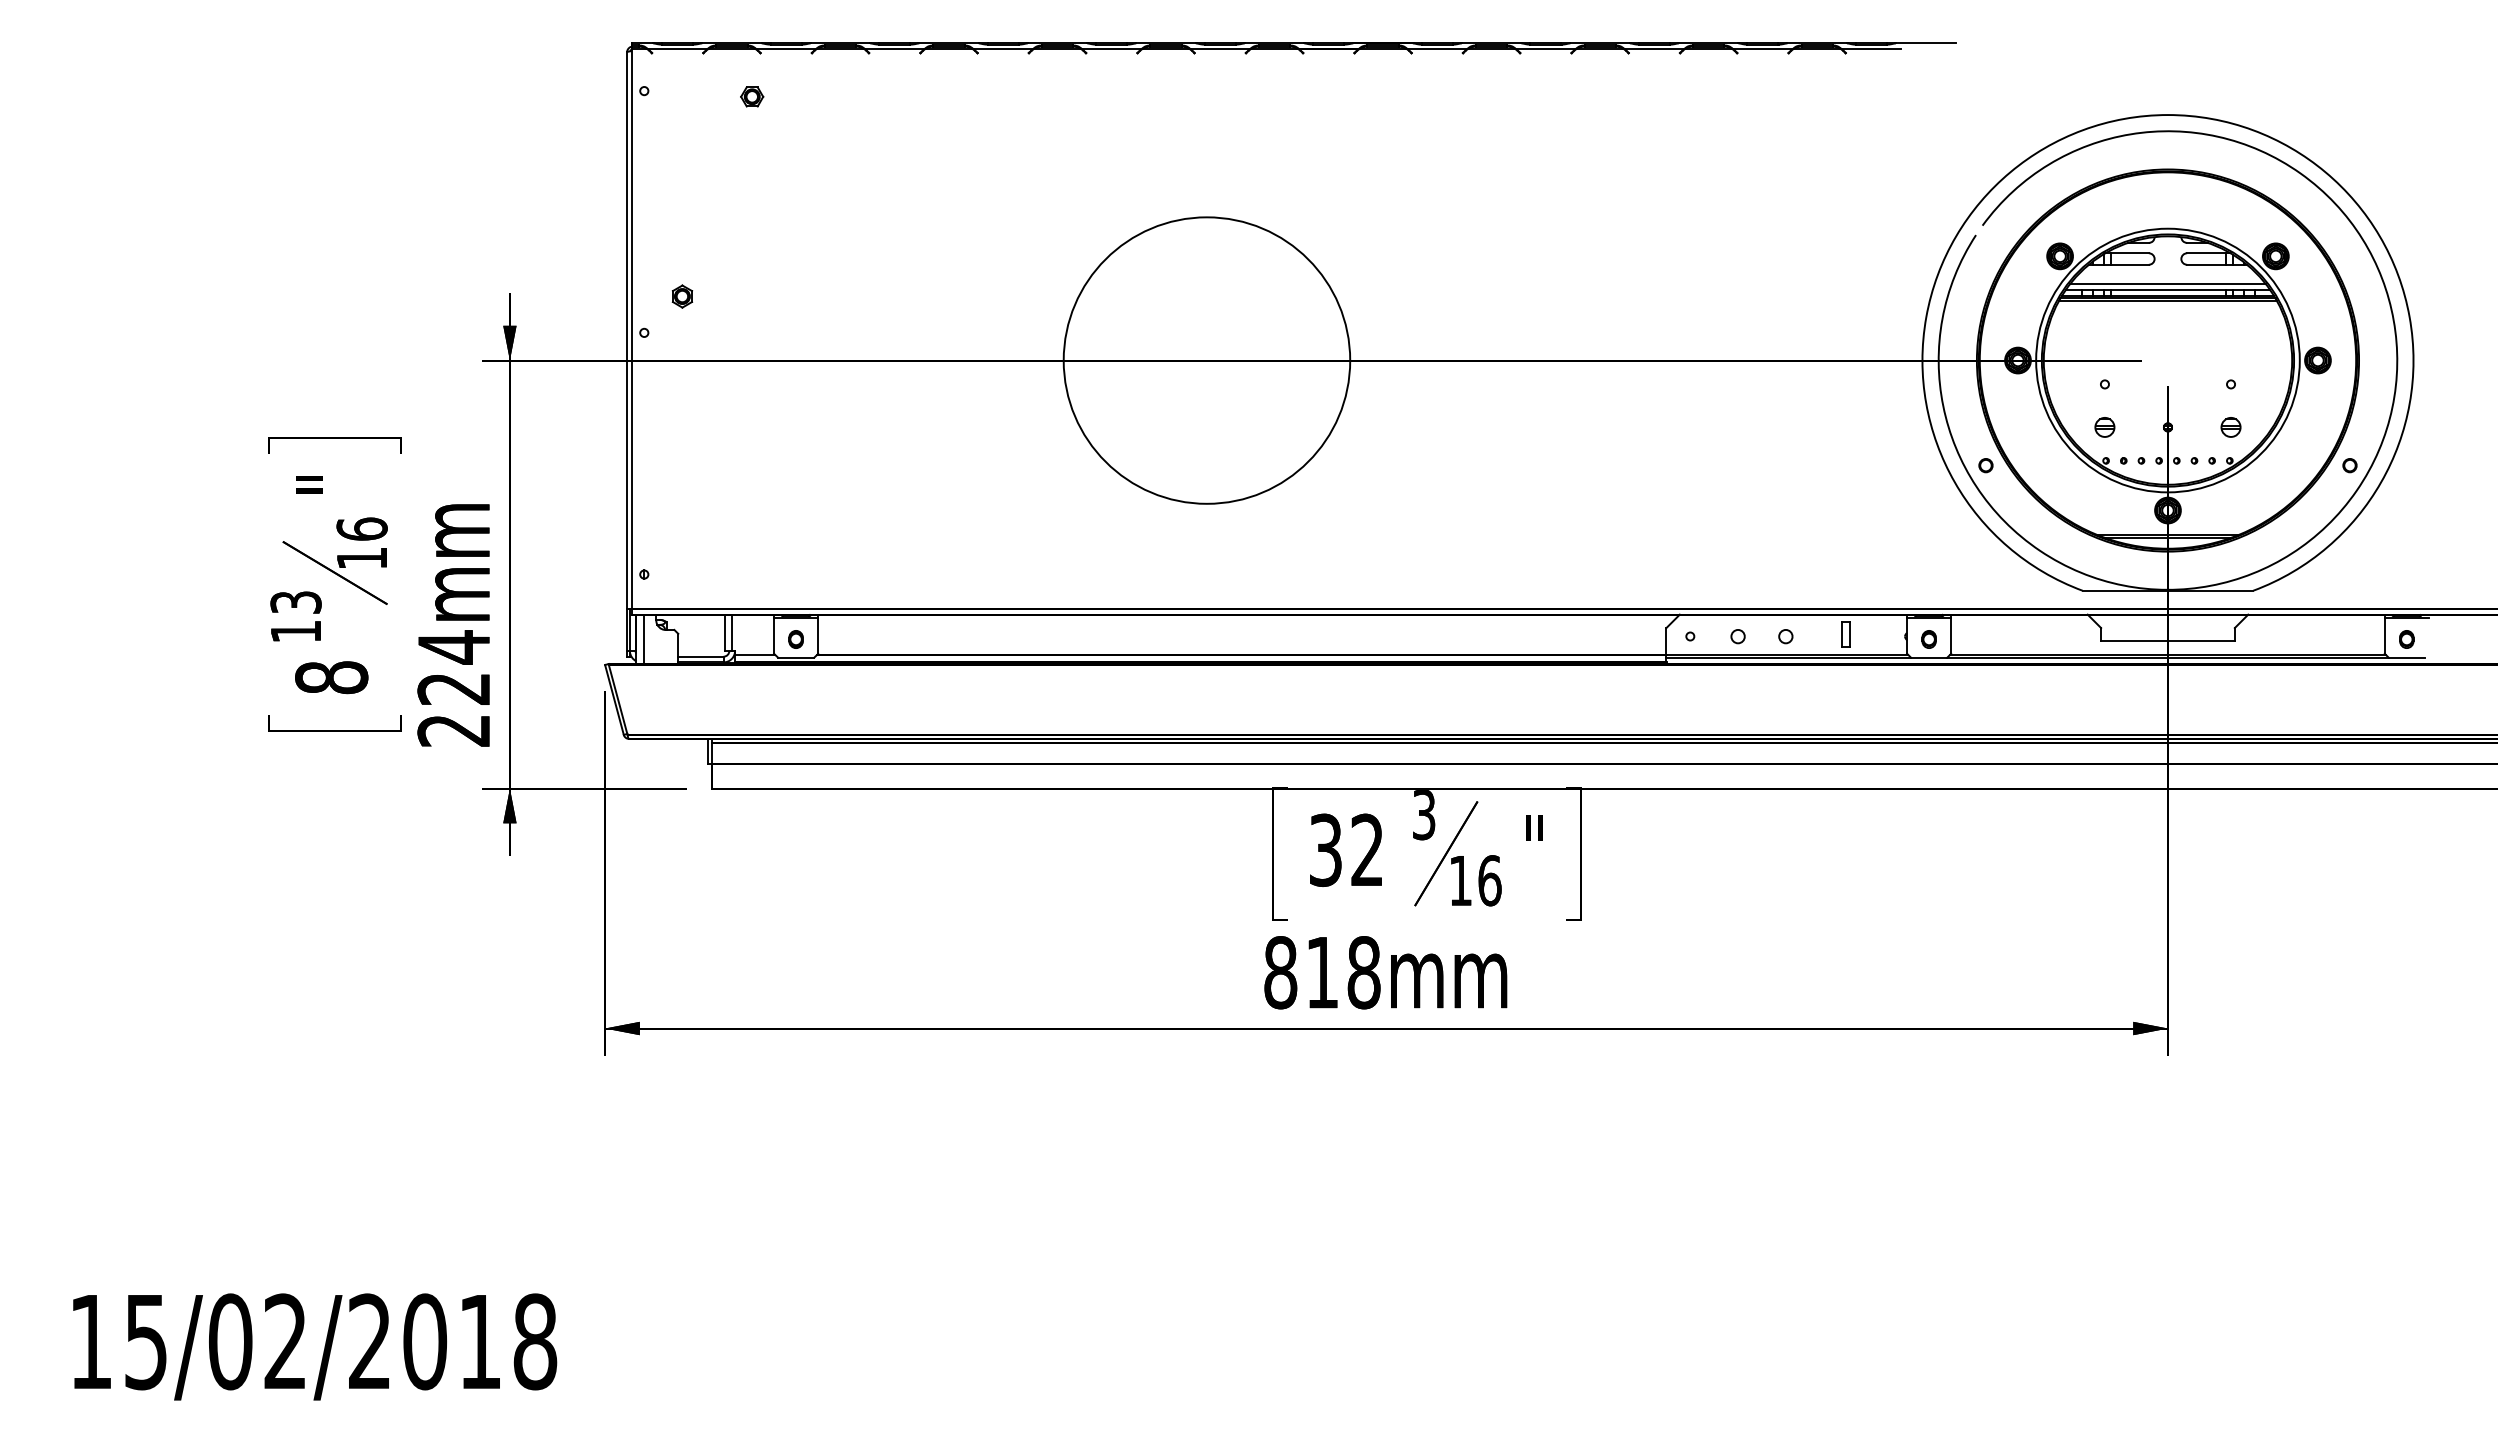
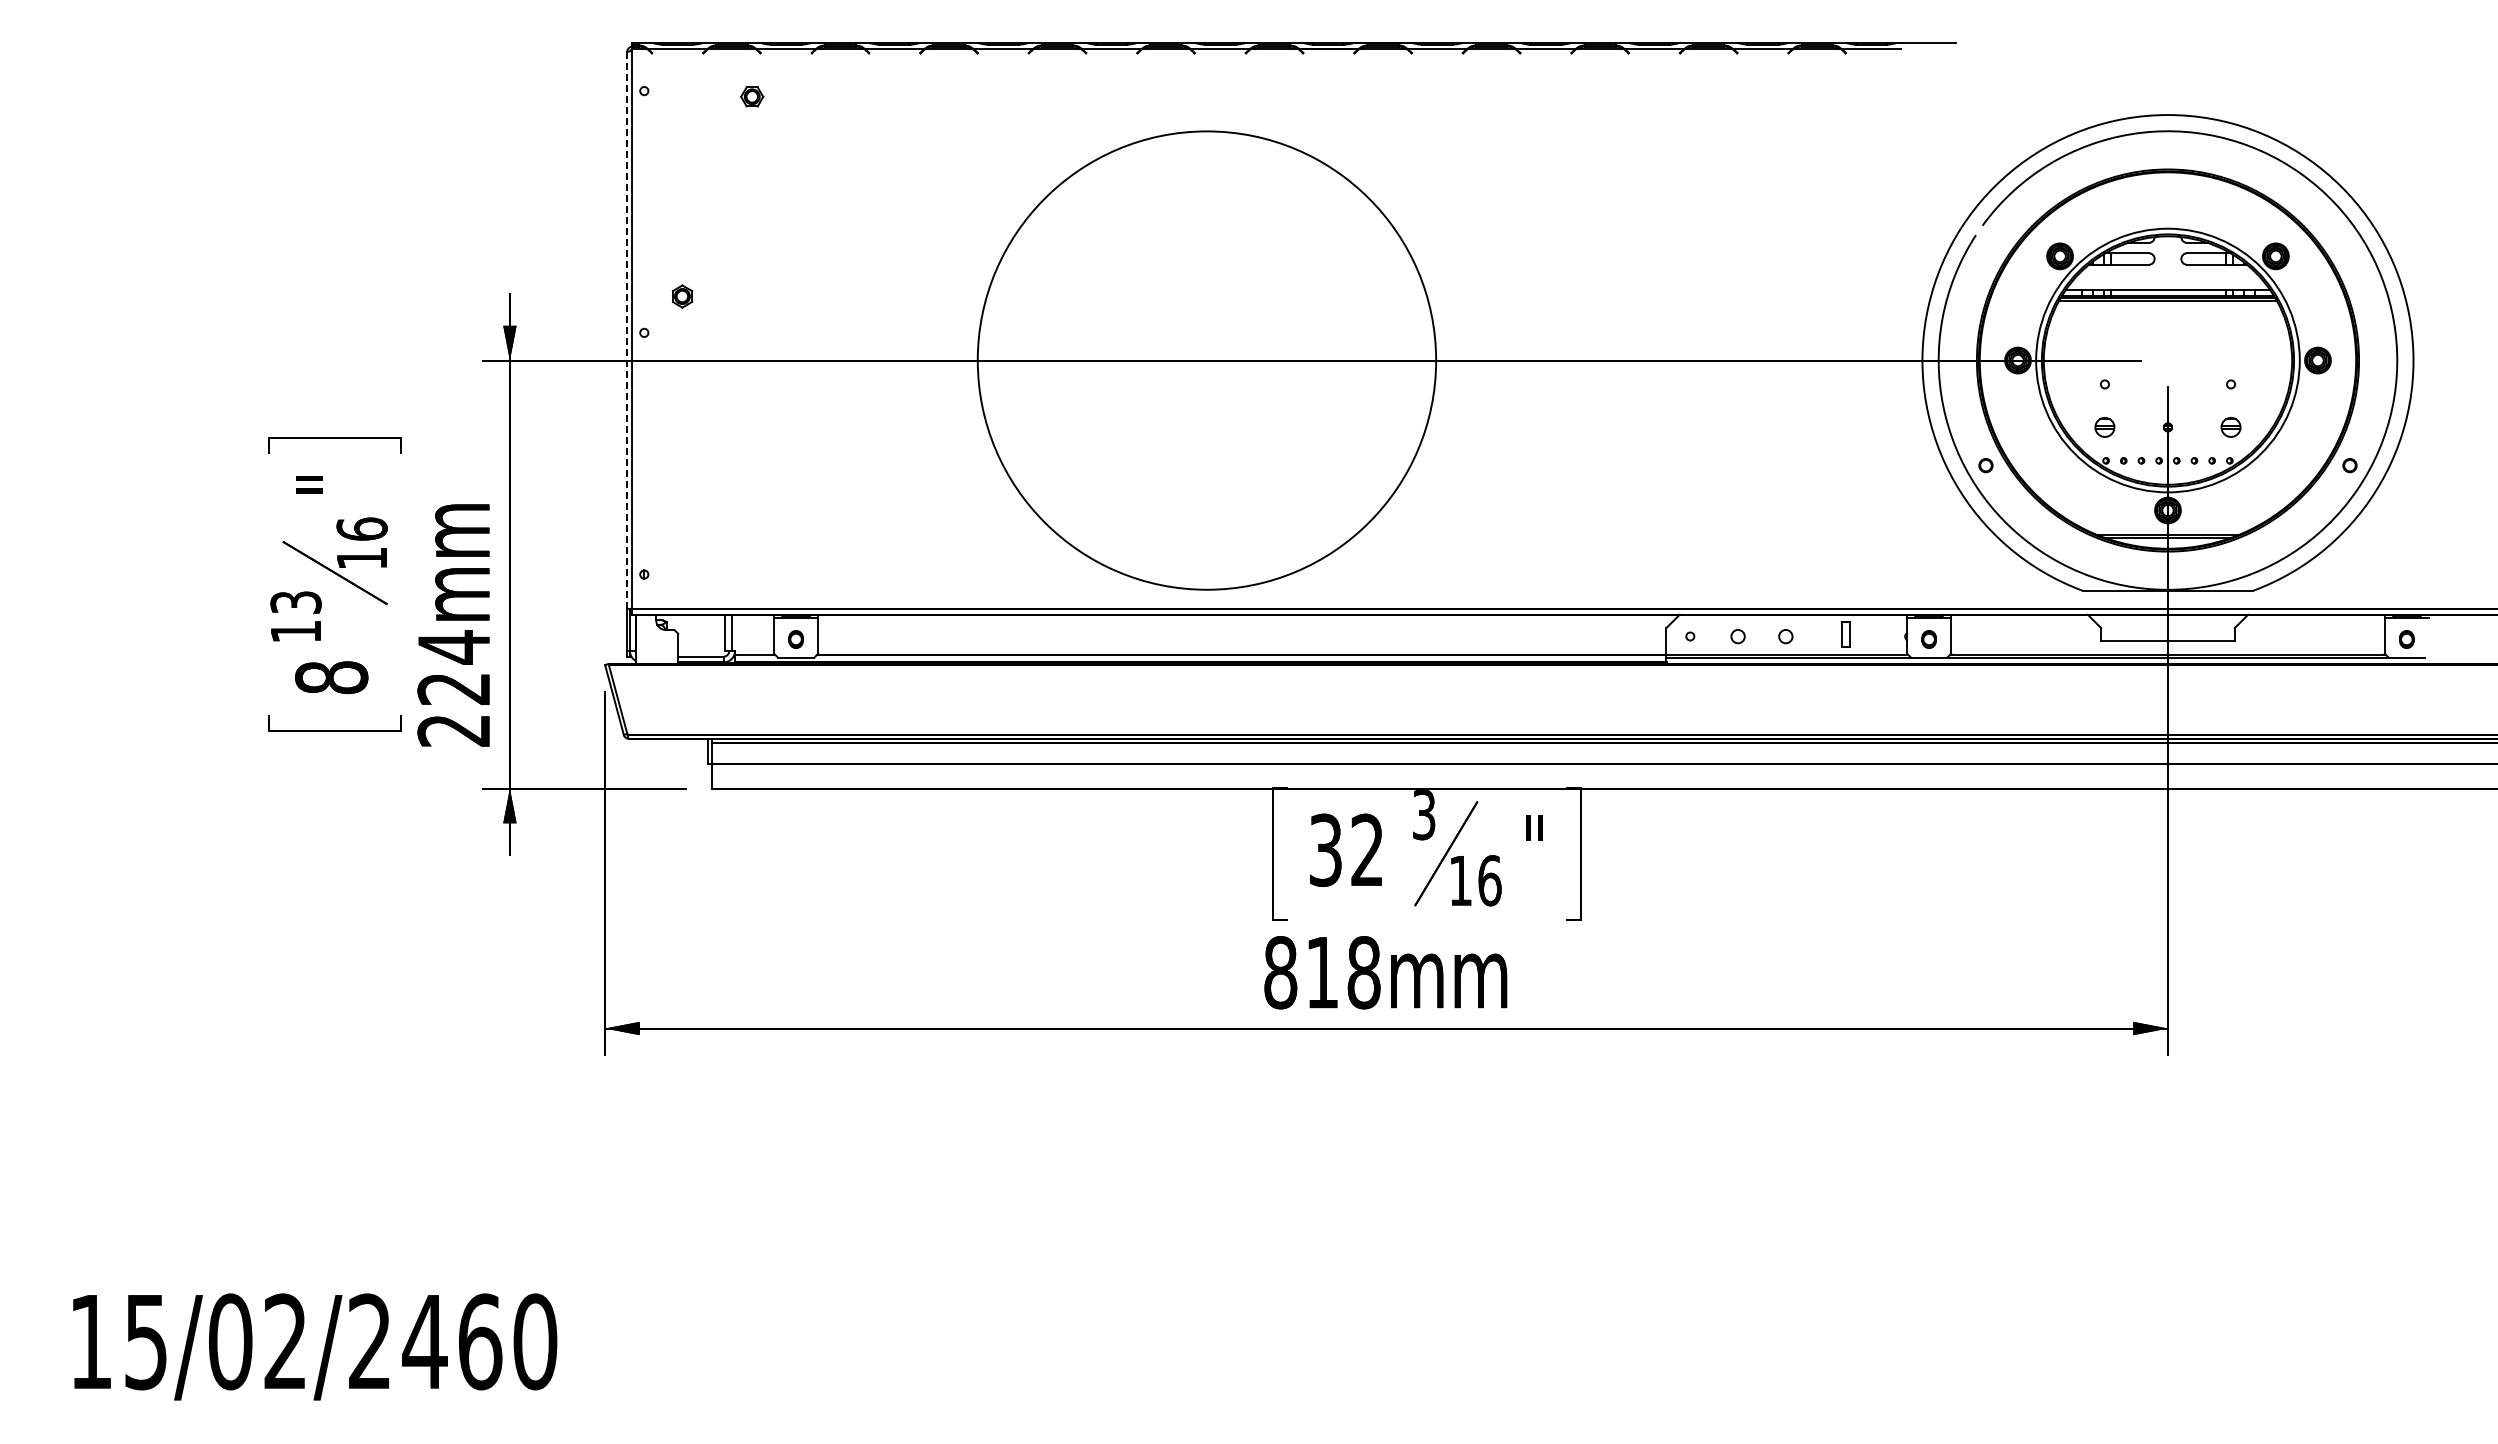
line at (2167, 283): present -> none
line at (627, 330): solid -> dashed
circle at (1206, 360) diameter: 286 px -> 458 px
line at (643, 639): present -> none
text at (479, 1341): 15/02/2018 -> 15/02/2460
